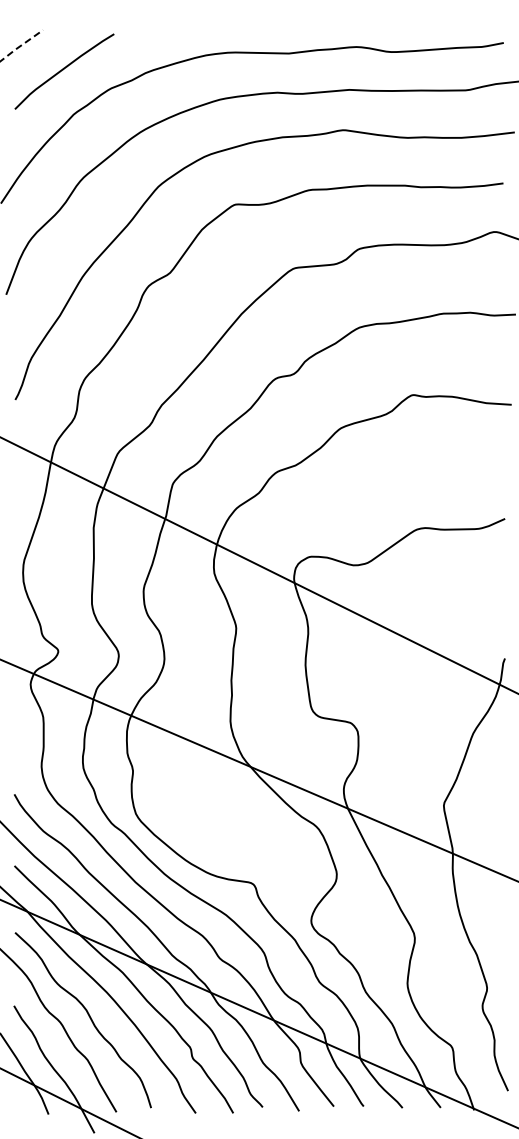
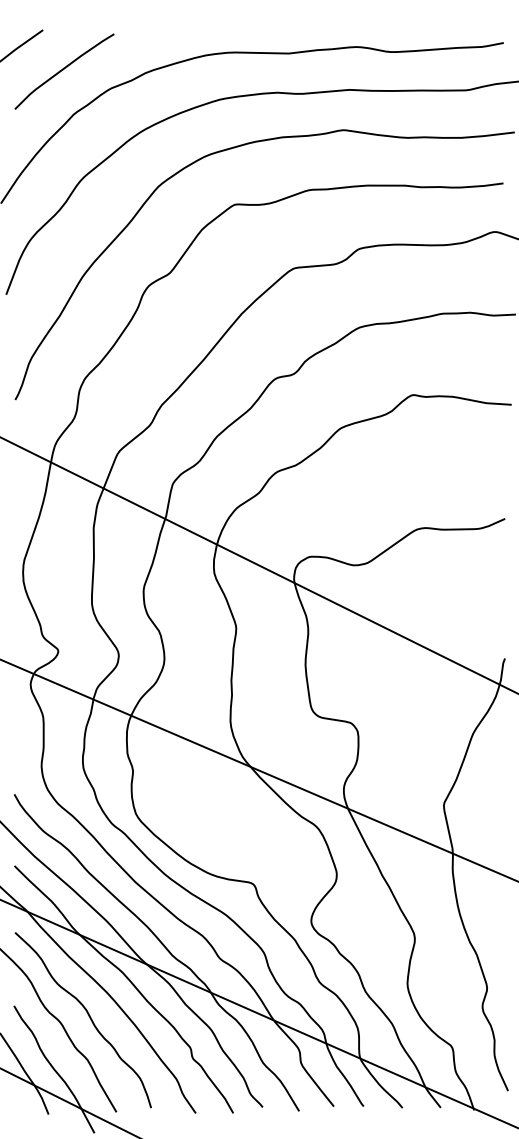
line at (21, 45): dashed -> solid
